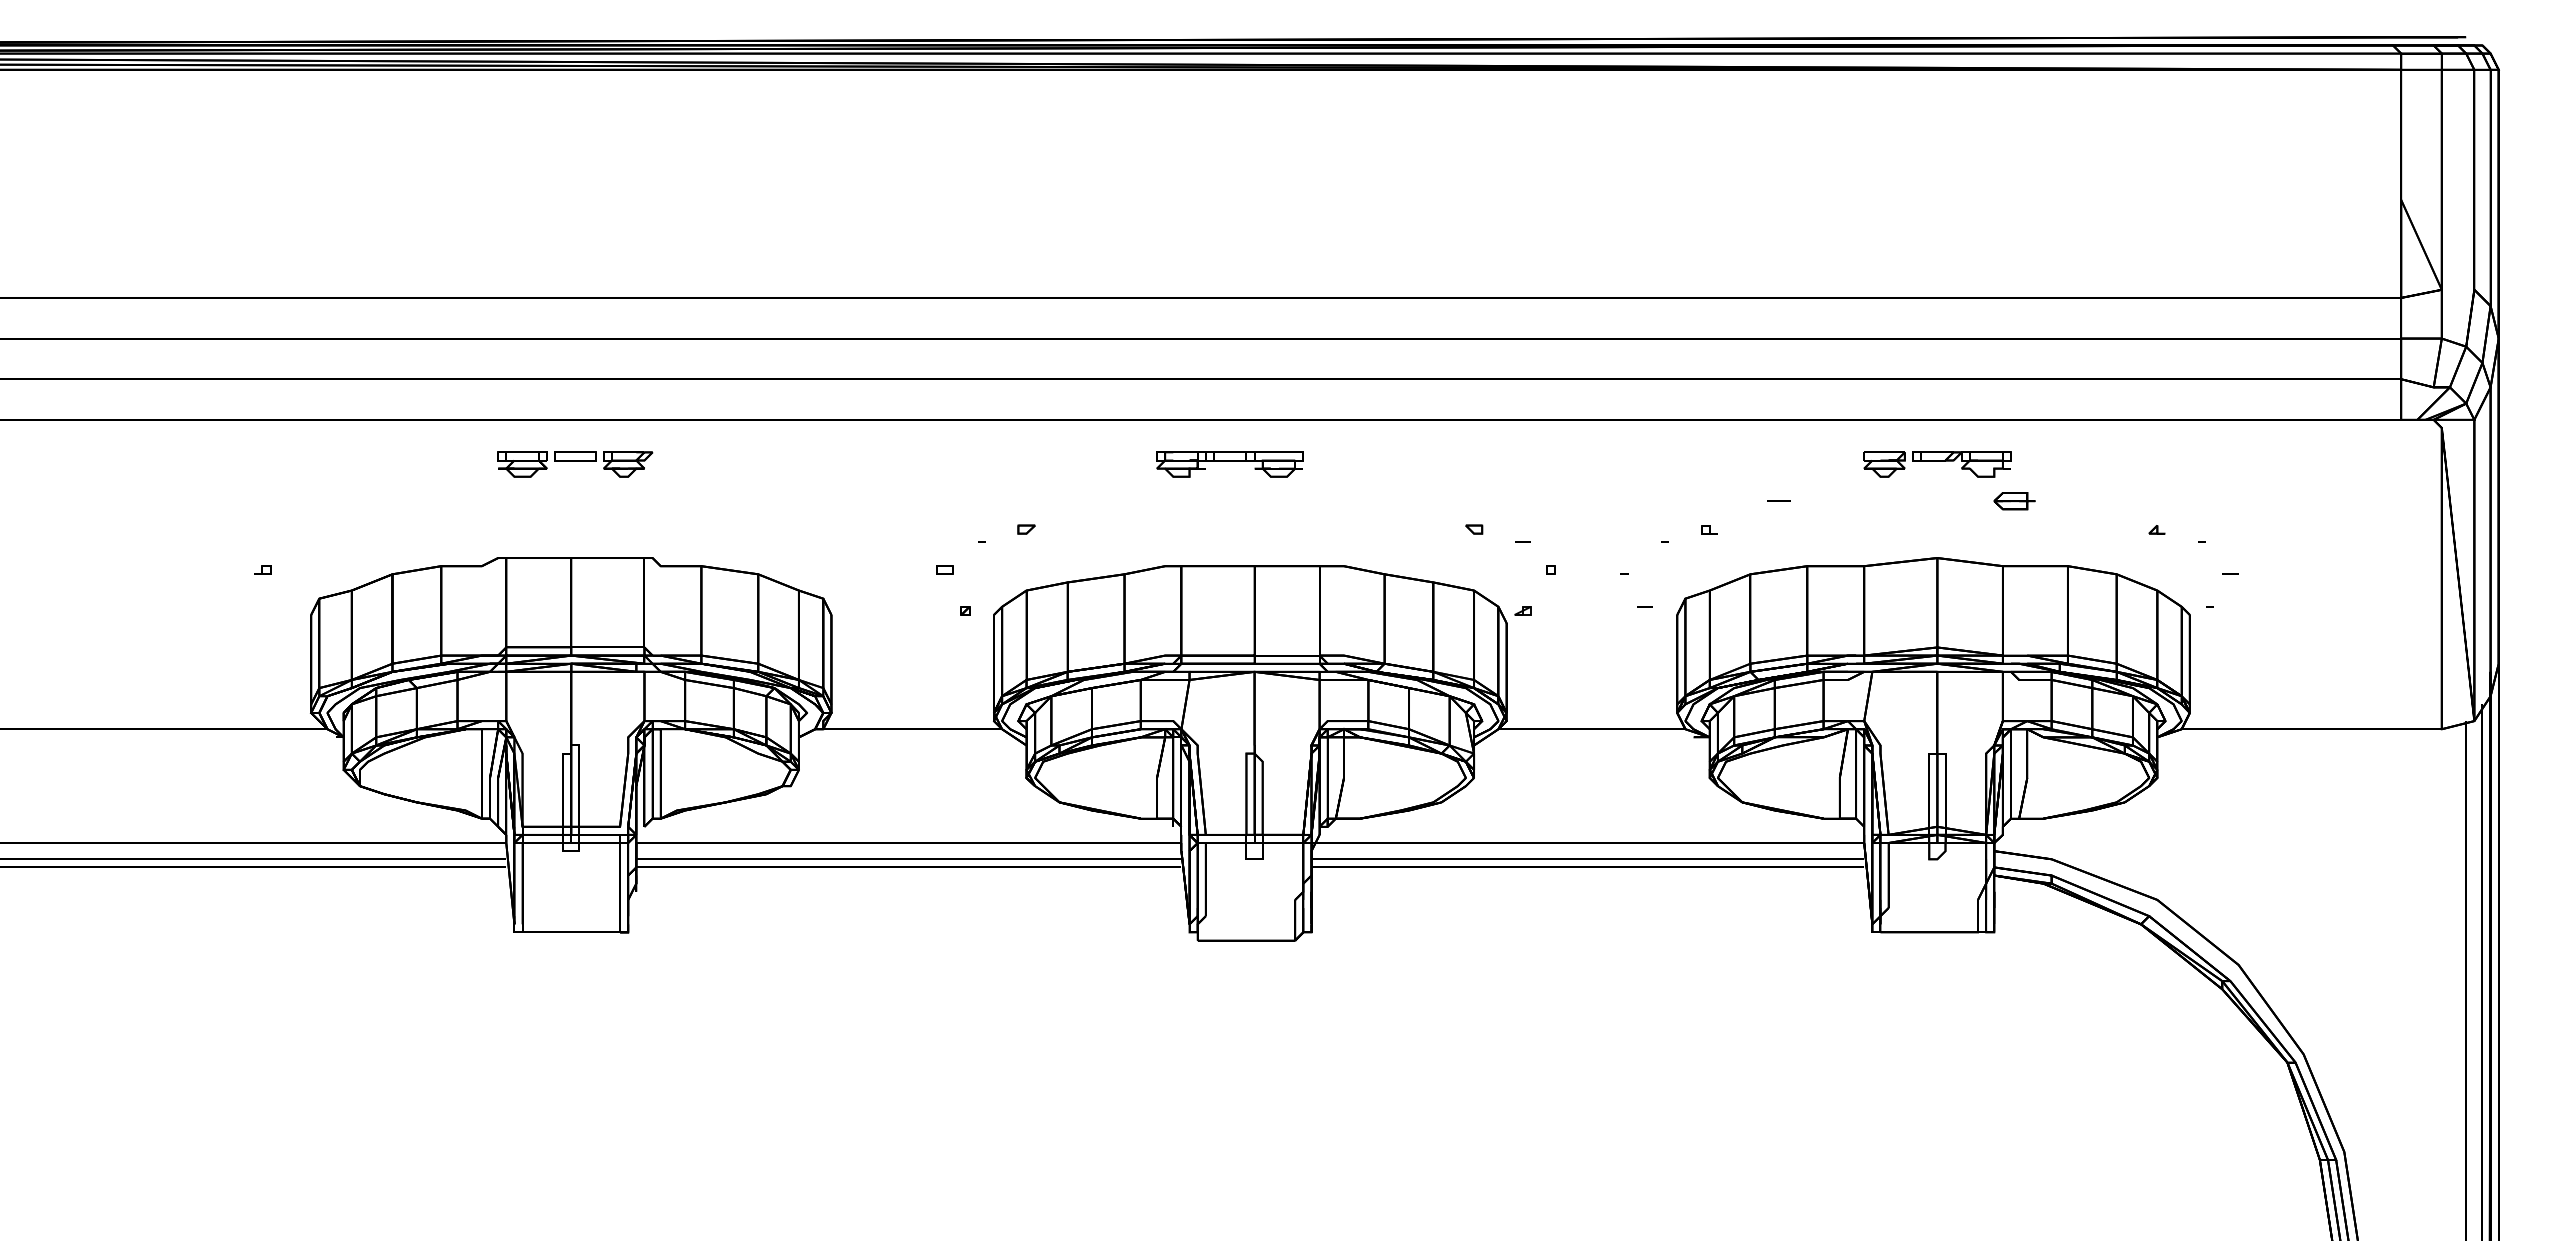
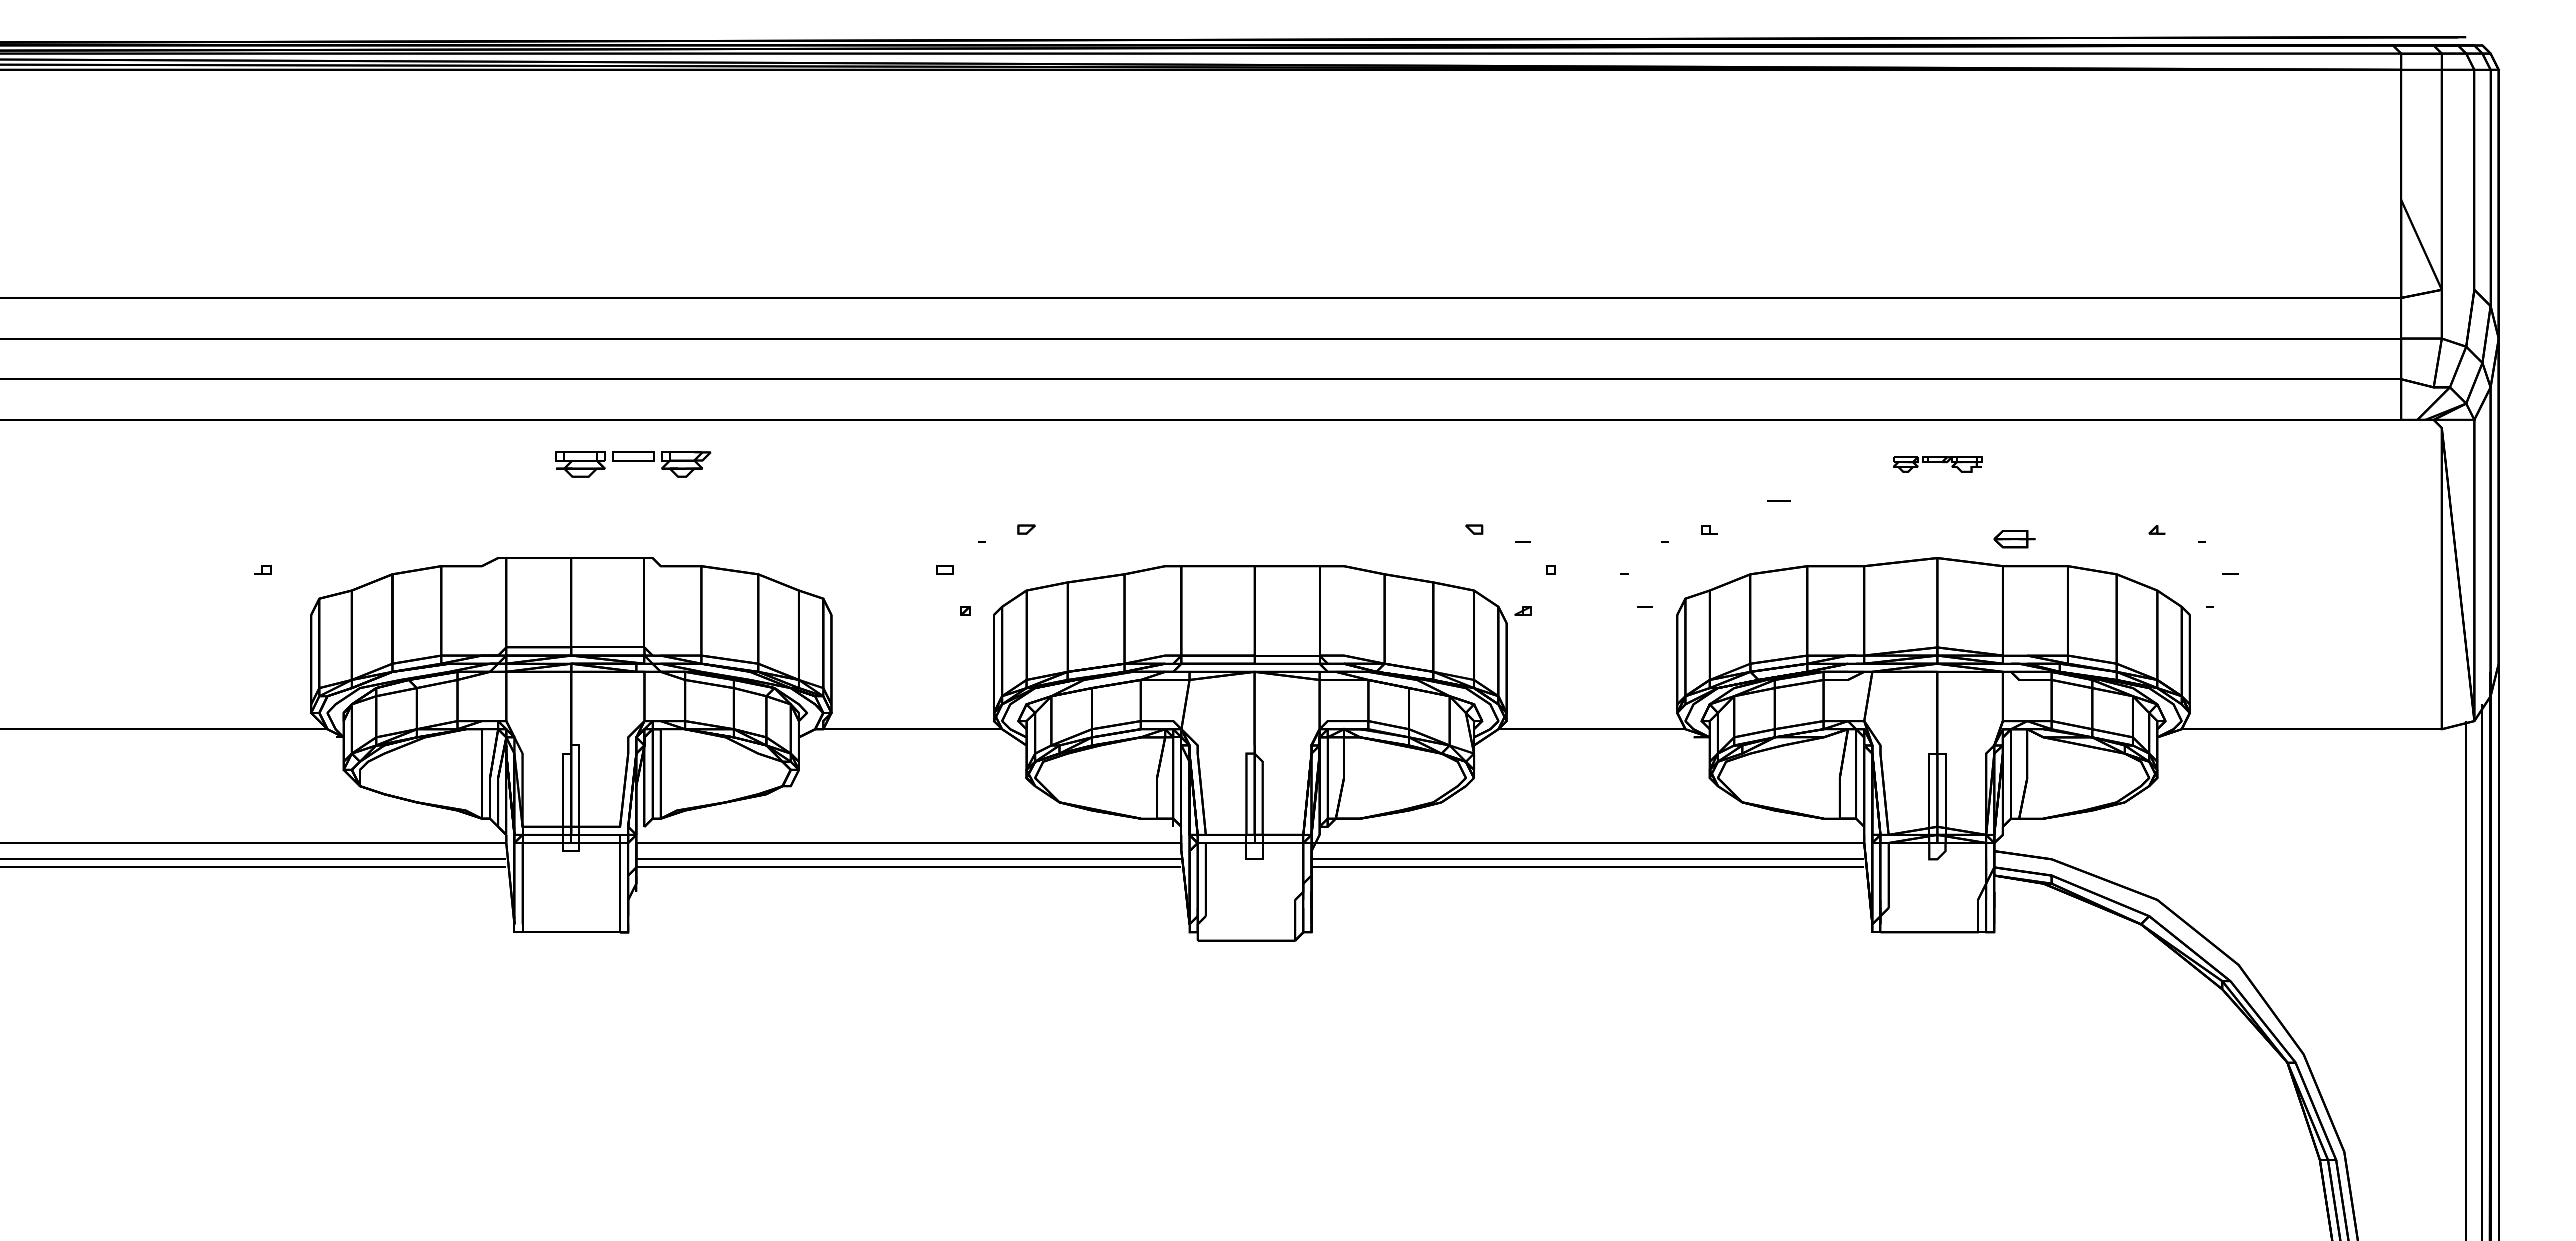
part at (575, 464) position: (575, 464) -> (633, 464)
part at (1229, 464): present -> none
part at (1937, 464) size: 149x27 px -> 90x17 px
part at (2014, 501) position: (2014, 501) -> (2014, 539)
